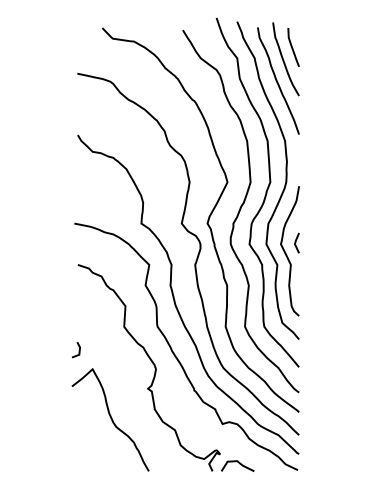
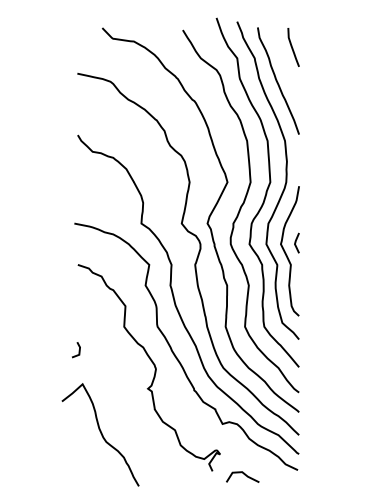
curve at (284, 60): present -> none
curve at (110, 418) position: (110, 418) -> (100, 433)
line at (238, 463) position: (238, 463) -> (243, 474)
